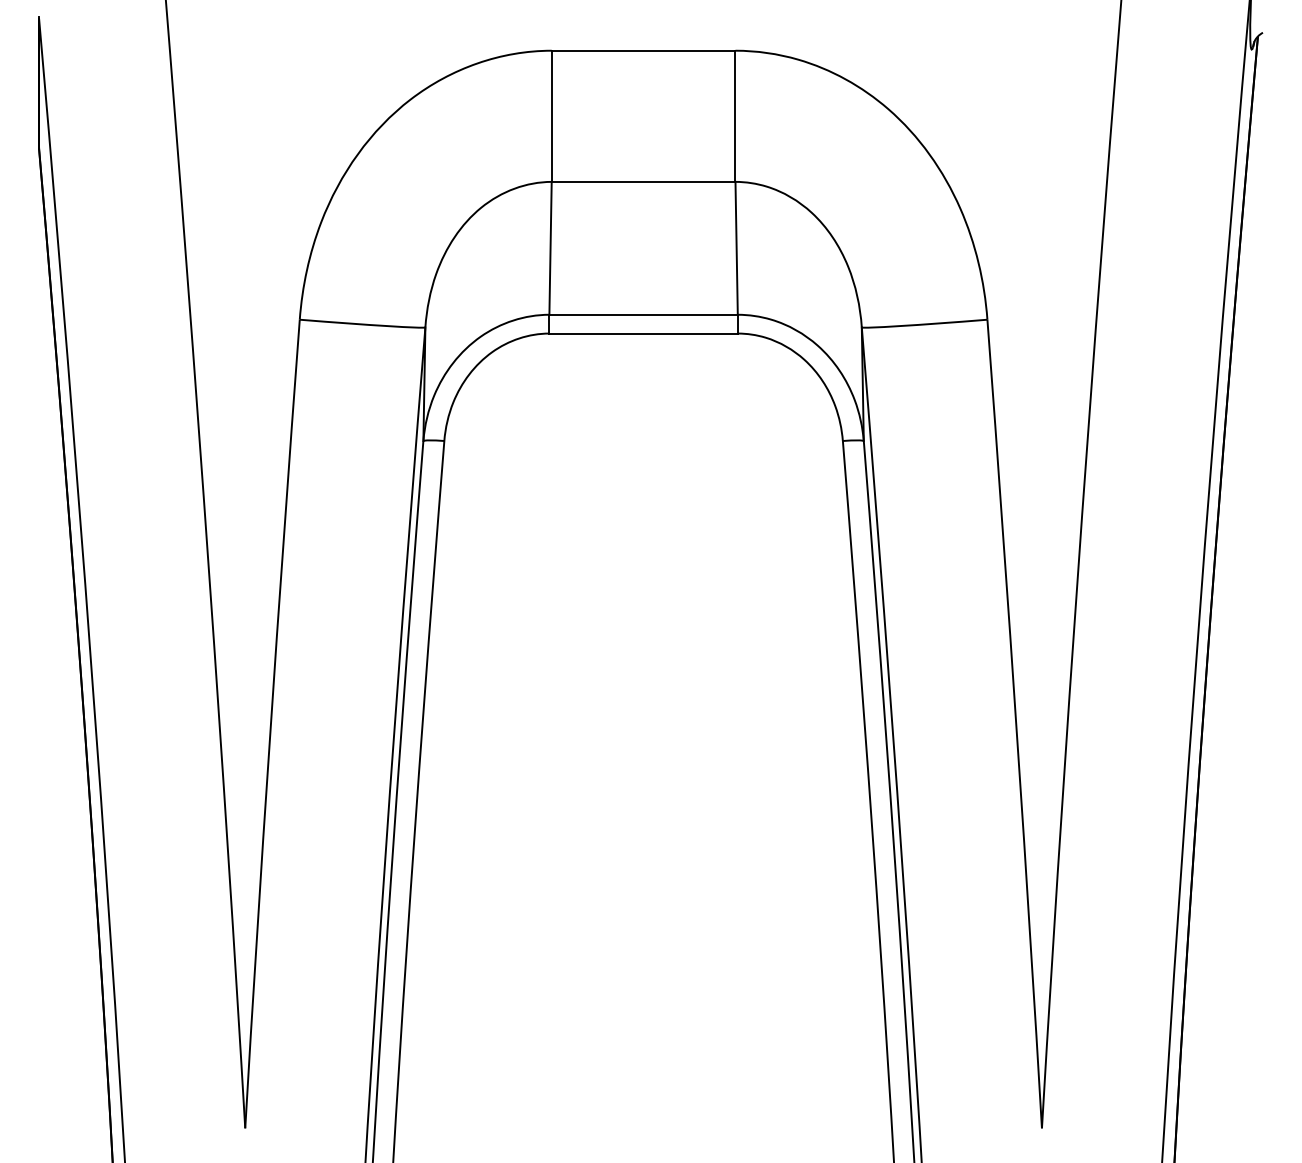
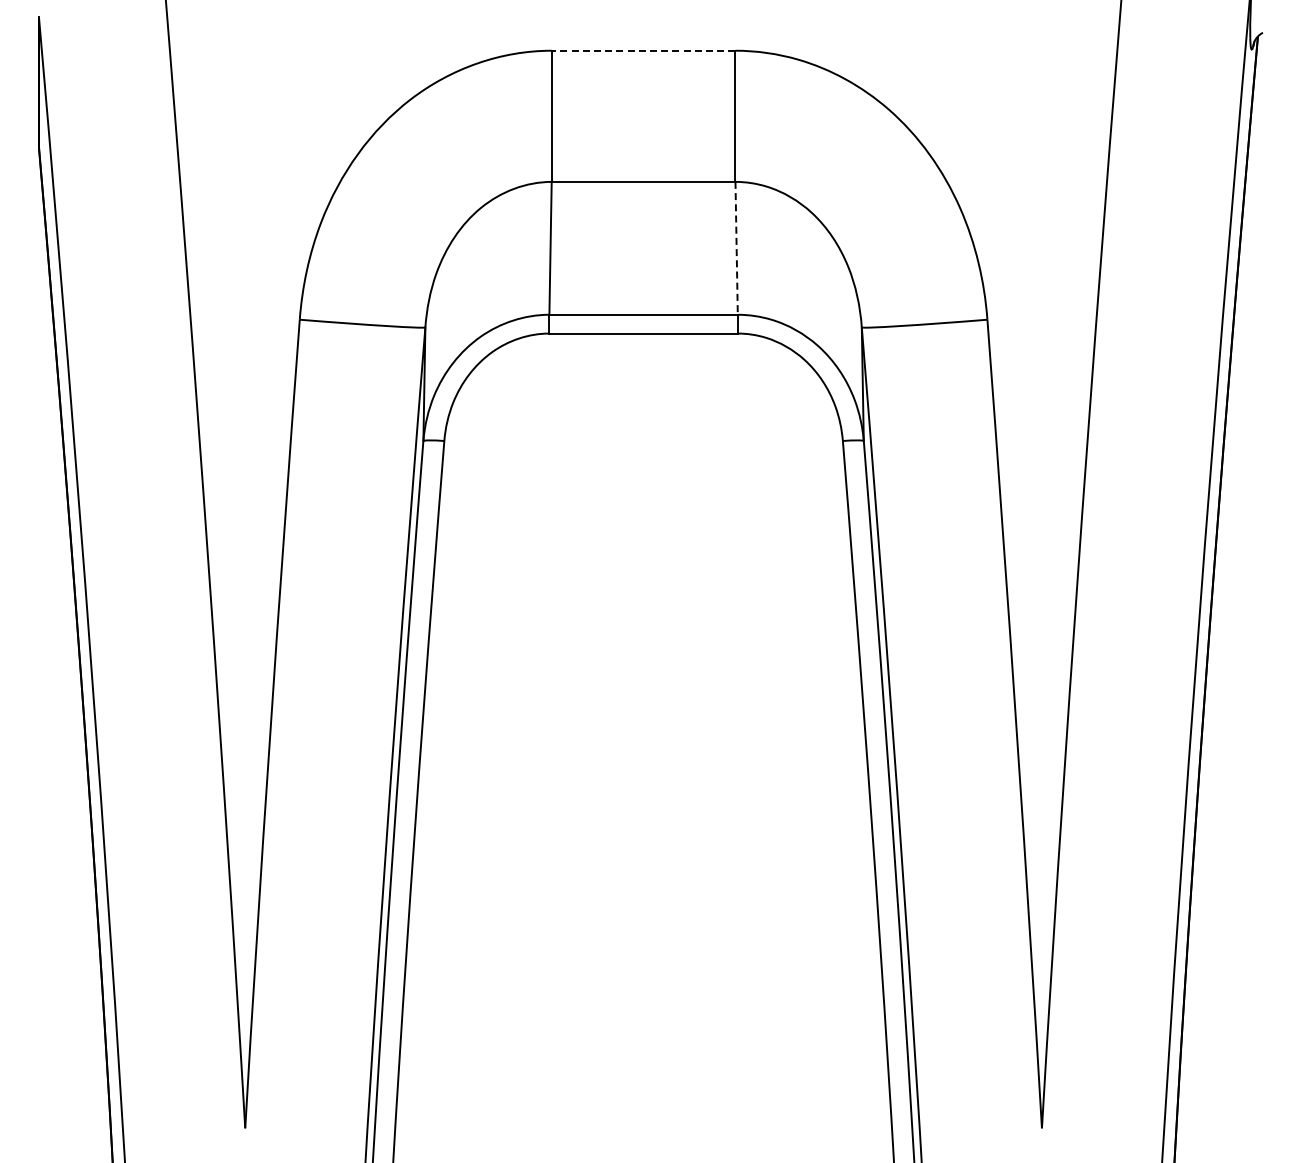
line at (643, 50): solid -> dashed
line at (736, 248): solid -> dashed
